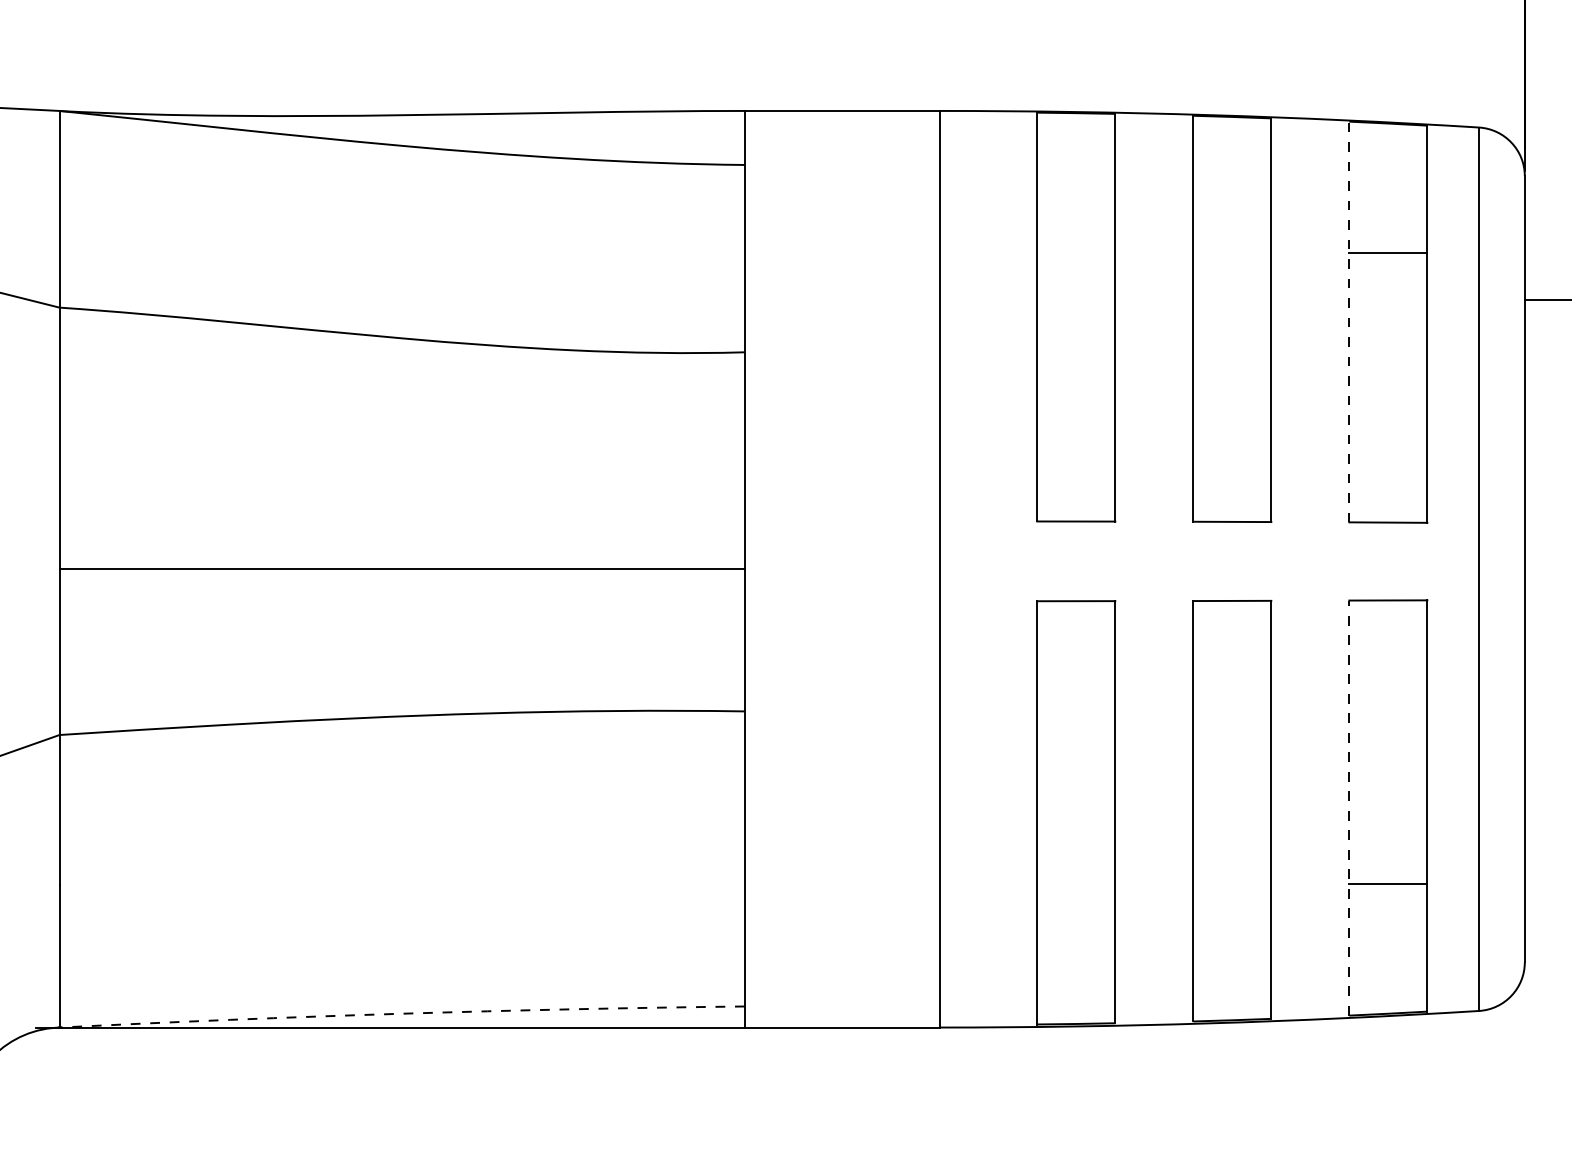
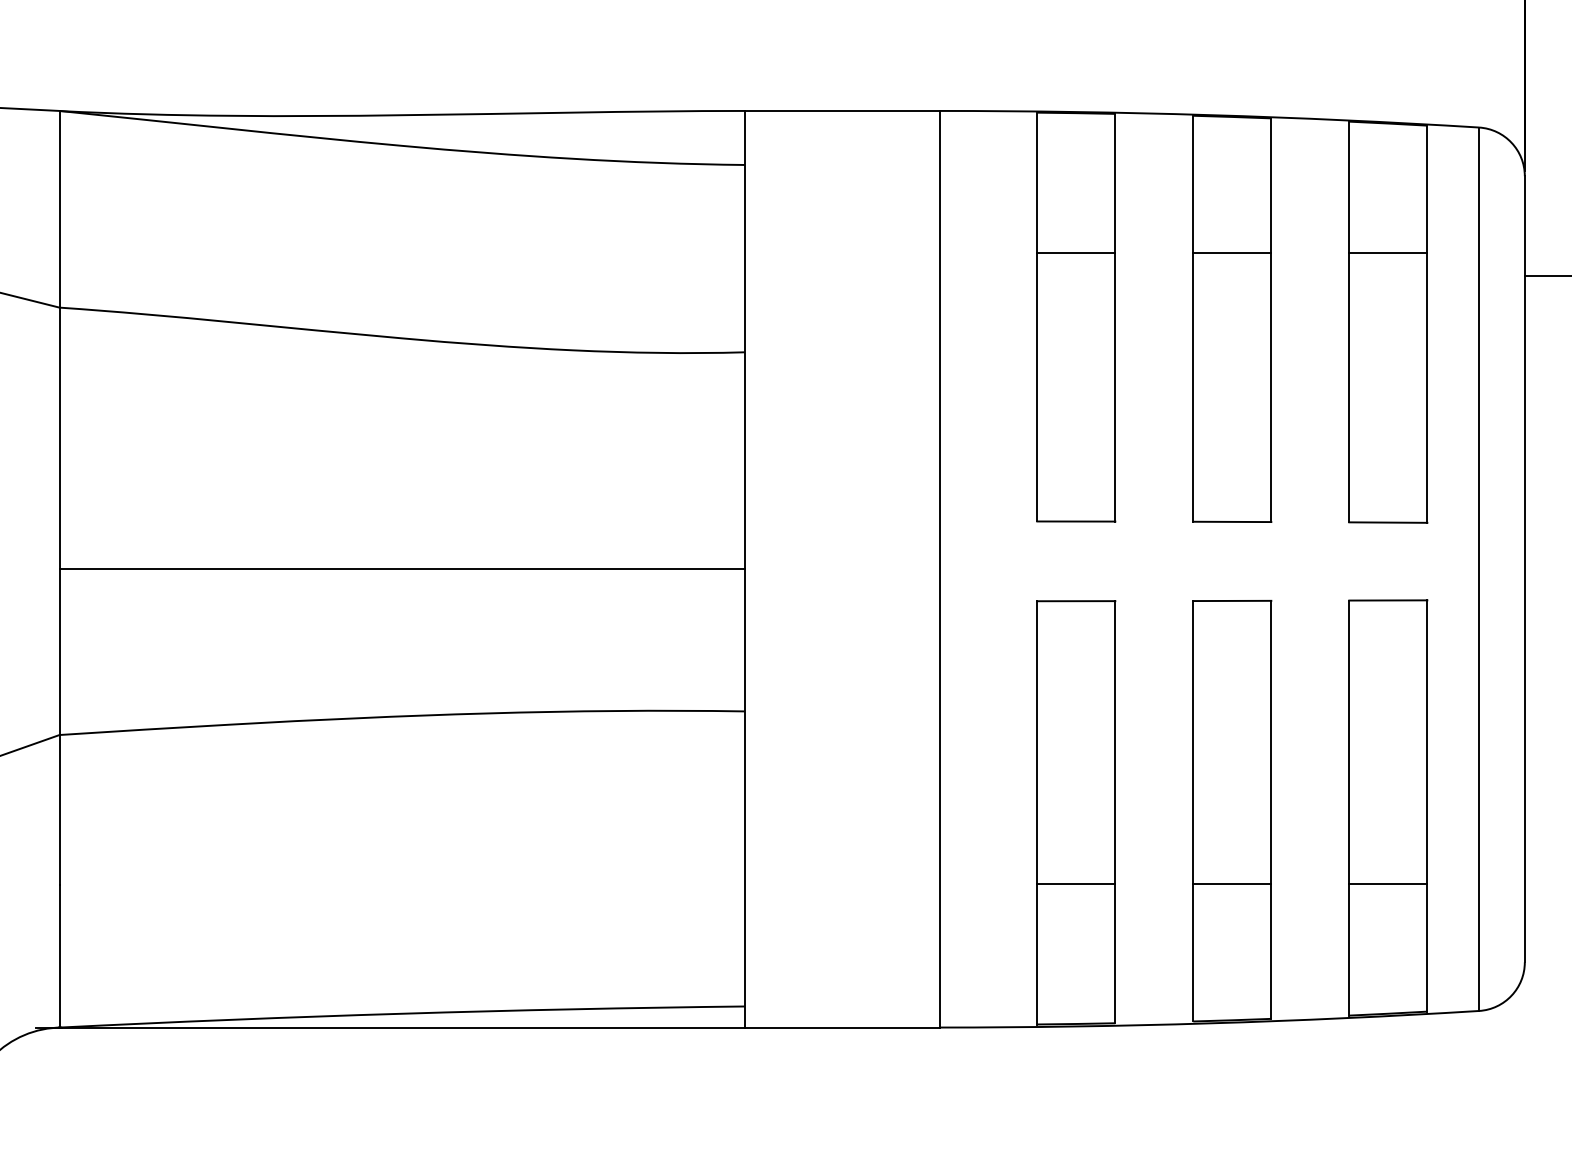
line at (1076, 253): none -> present
line at (1232, 253): none -> present
line at (1546, 300) position: (1546, 300) -> (1546, 276)
line at (1349, 321): dashed -> solid
line at (1349, 807): dashed -> solid
line at (1076, 884): none -> present
line at (1232, 884): none -> present
arc at (402, 1013): dashed -> solid
